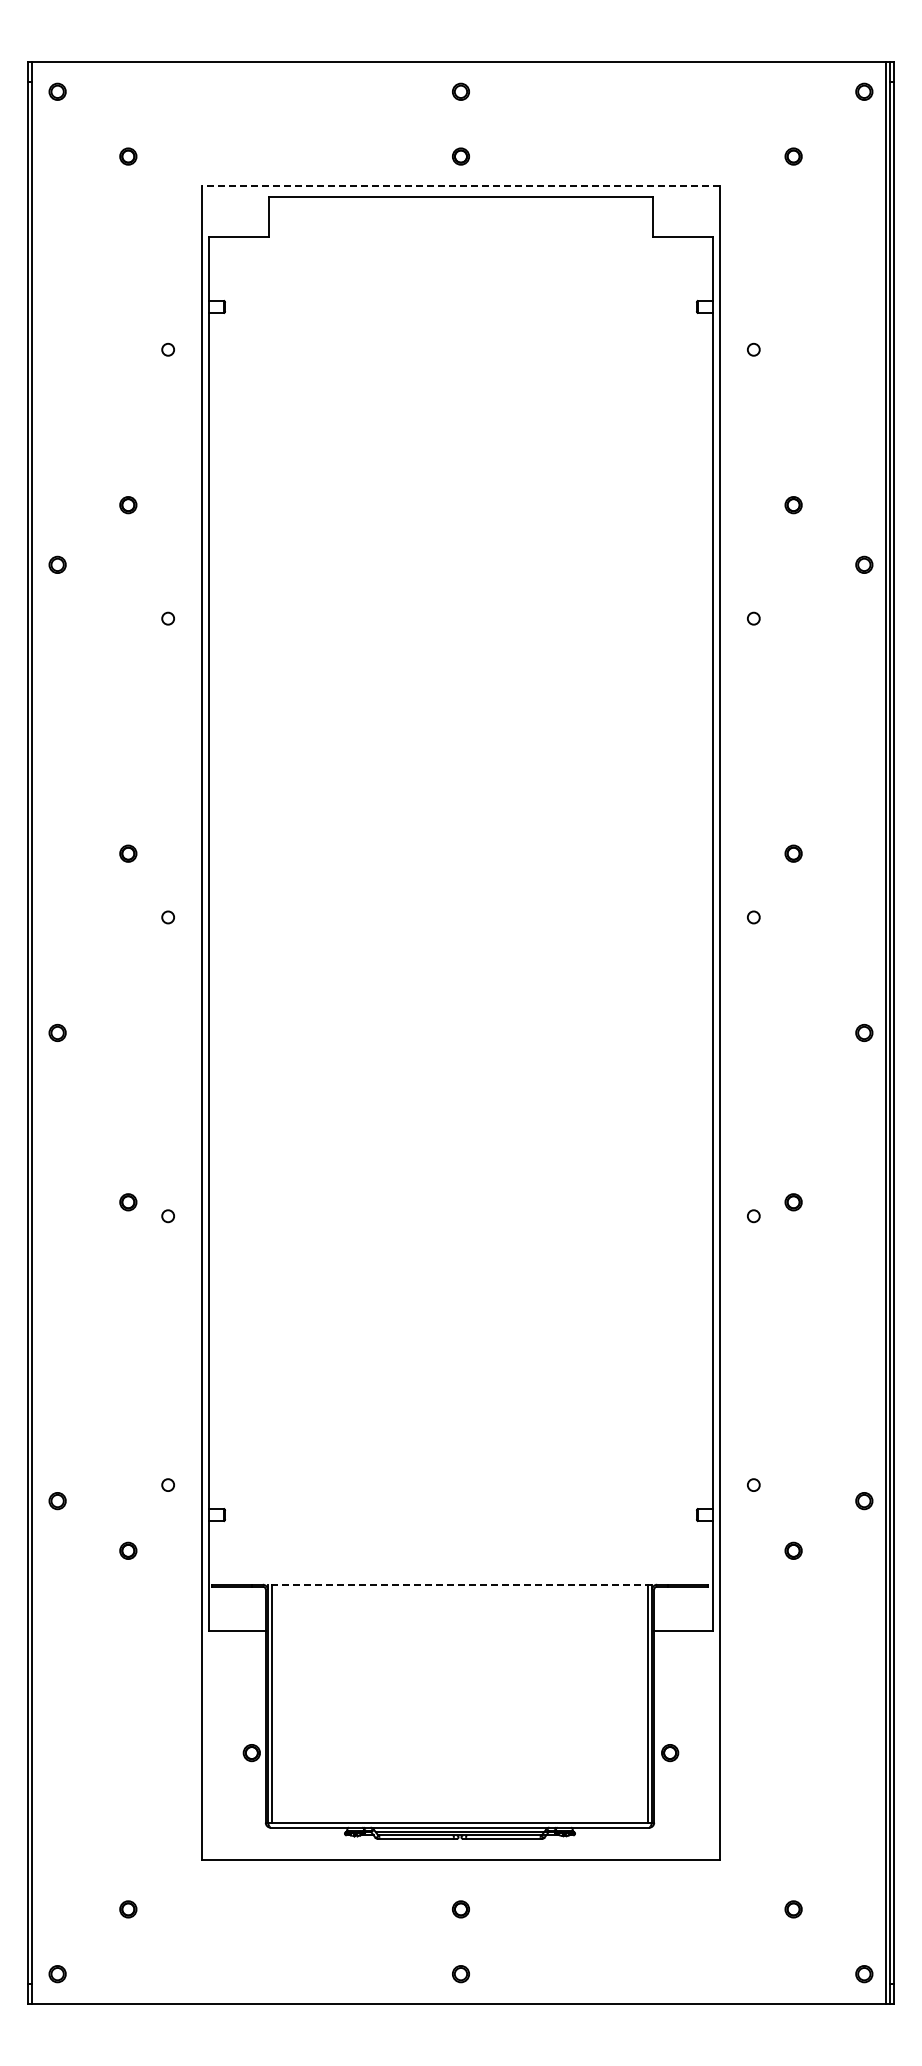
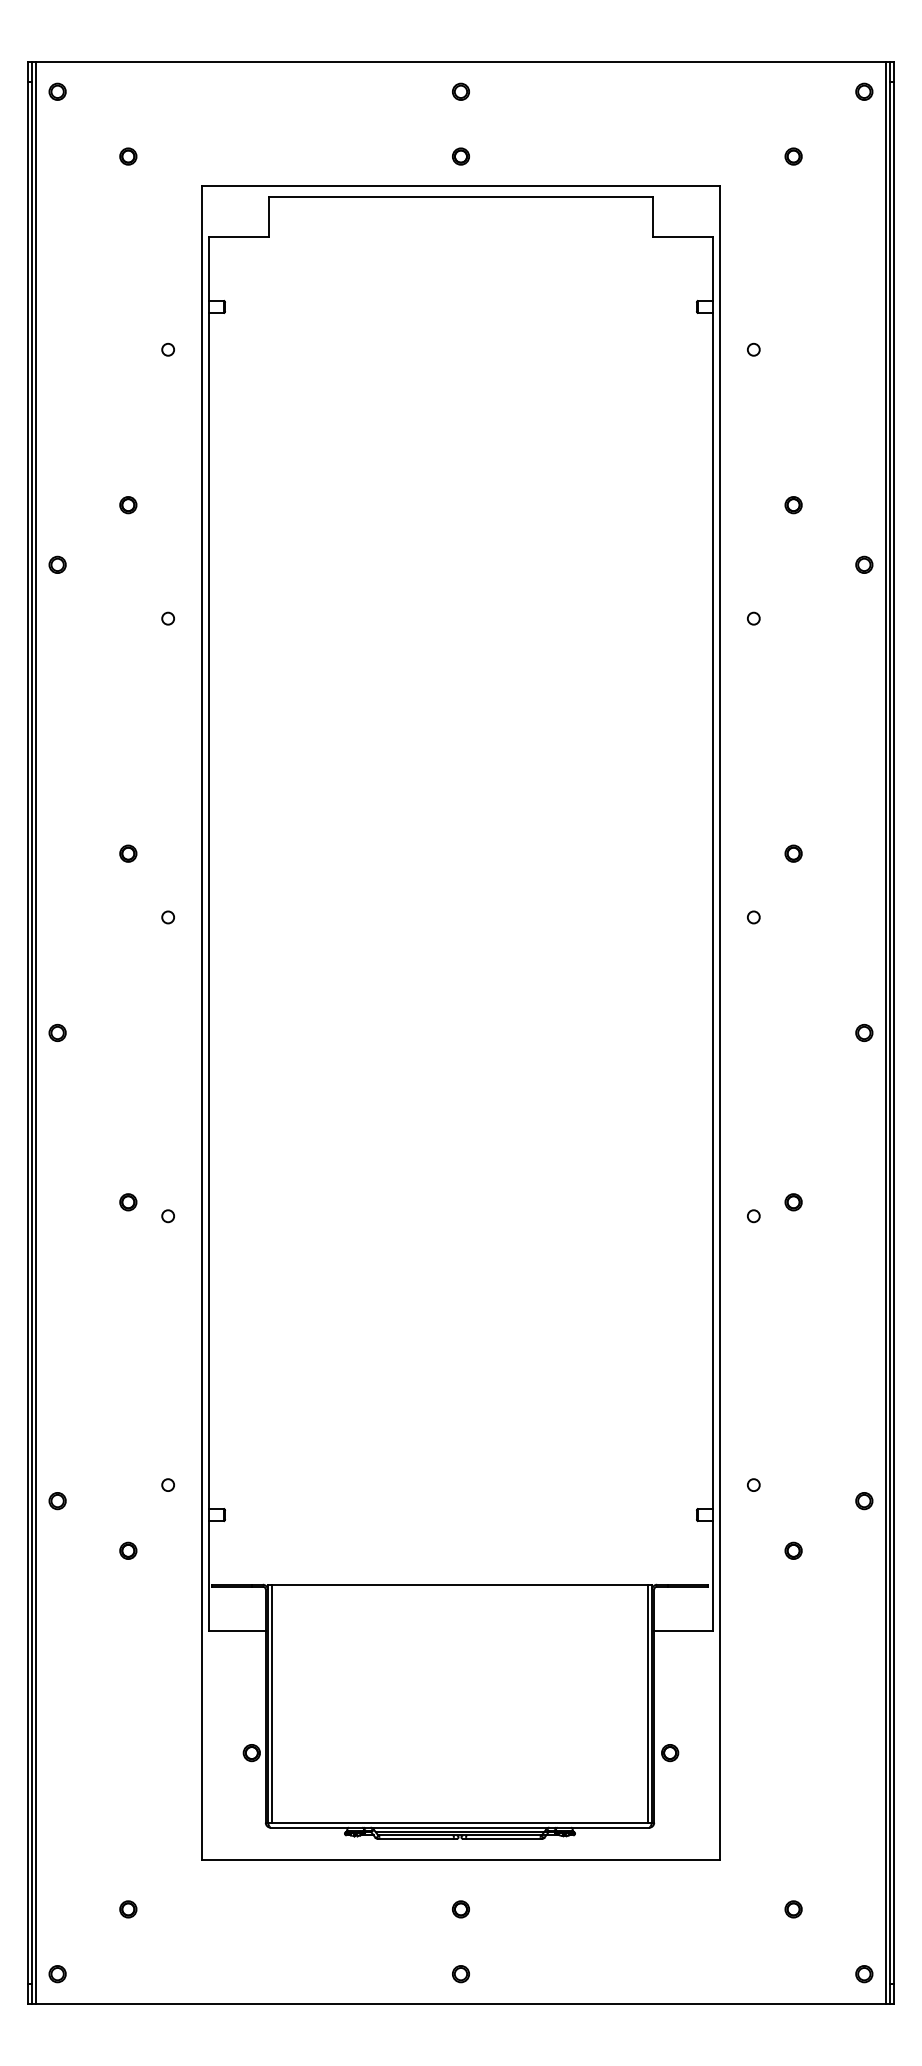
line at (461, 186): dashed -> solid
line at (35, 1032): none -> present
line at (459, 1584): dashed -> solid
